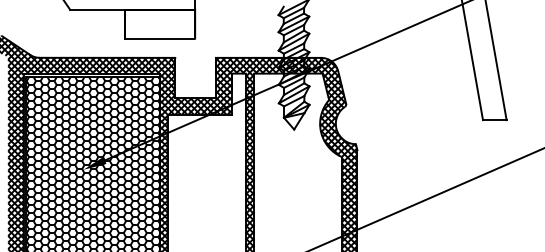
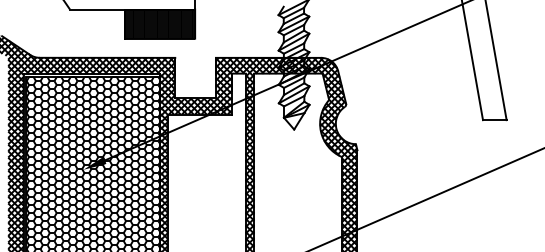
hatch at (159, 23): none -> present
